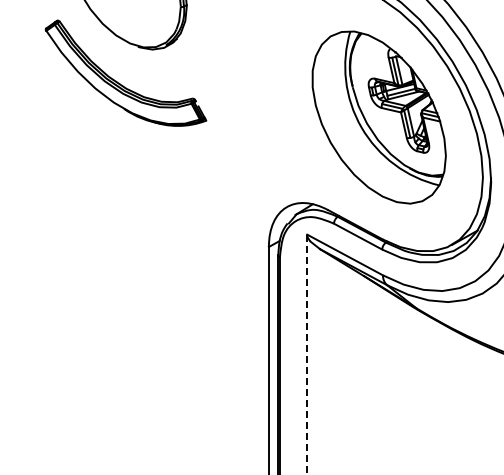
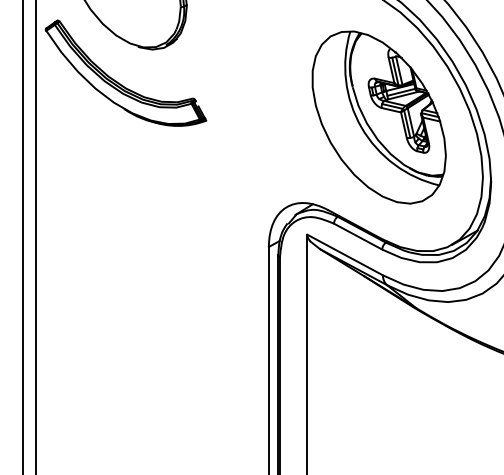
line at (23, 236): none -> present
line at (36, 236): none -> present
line at (307, 354): dashed -> solid
